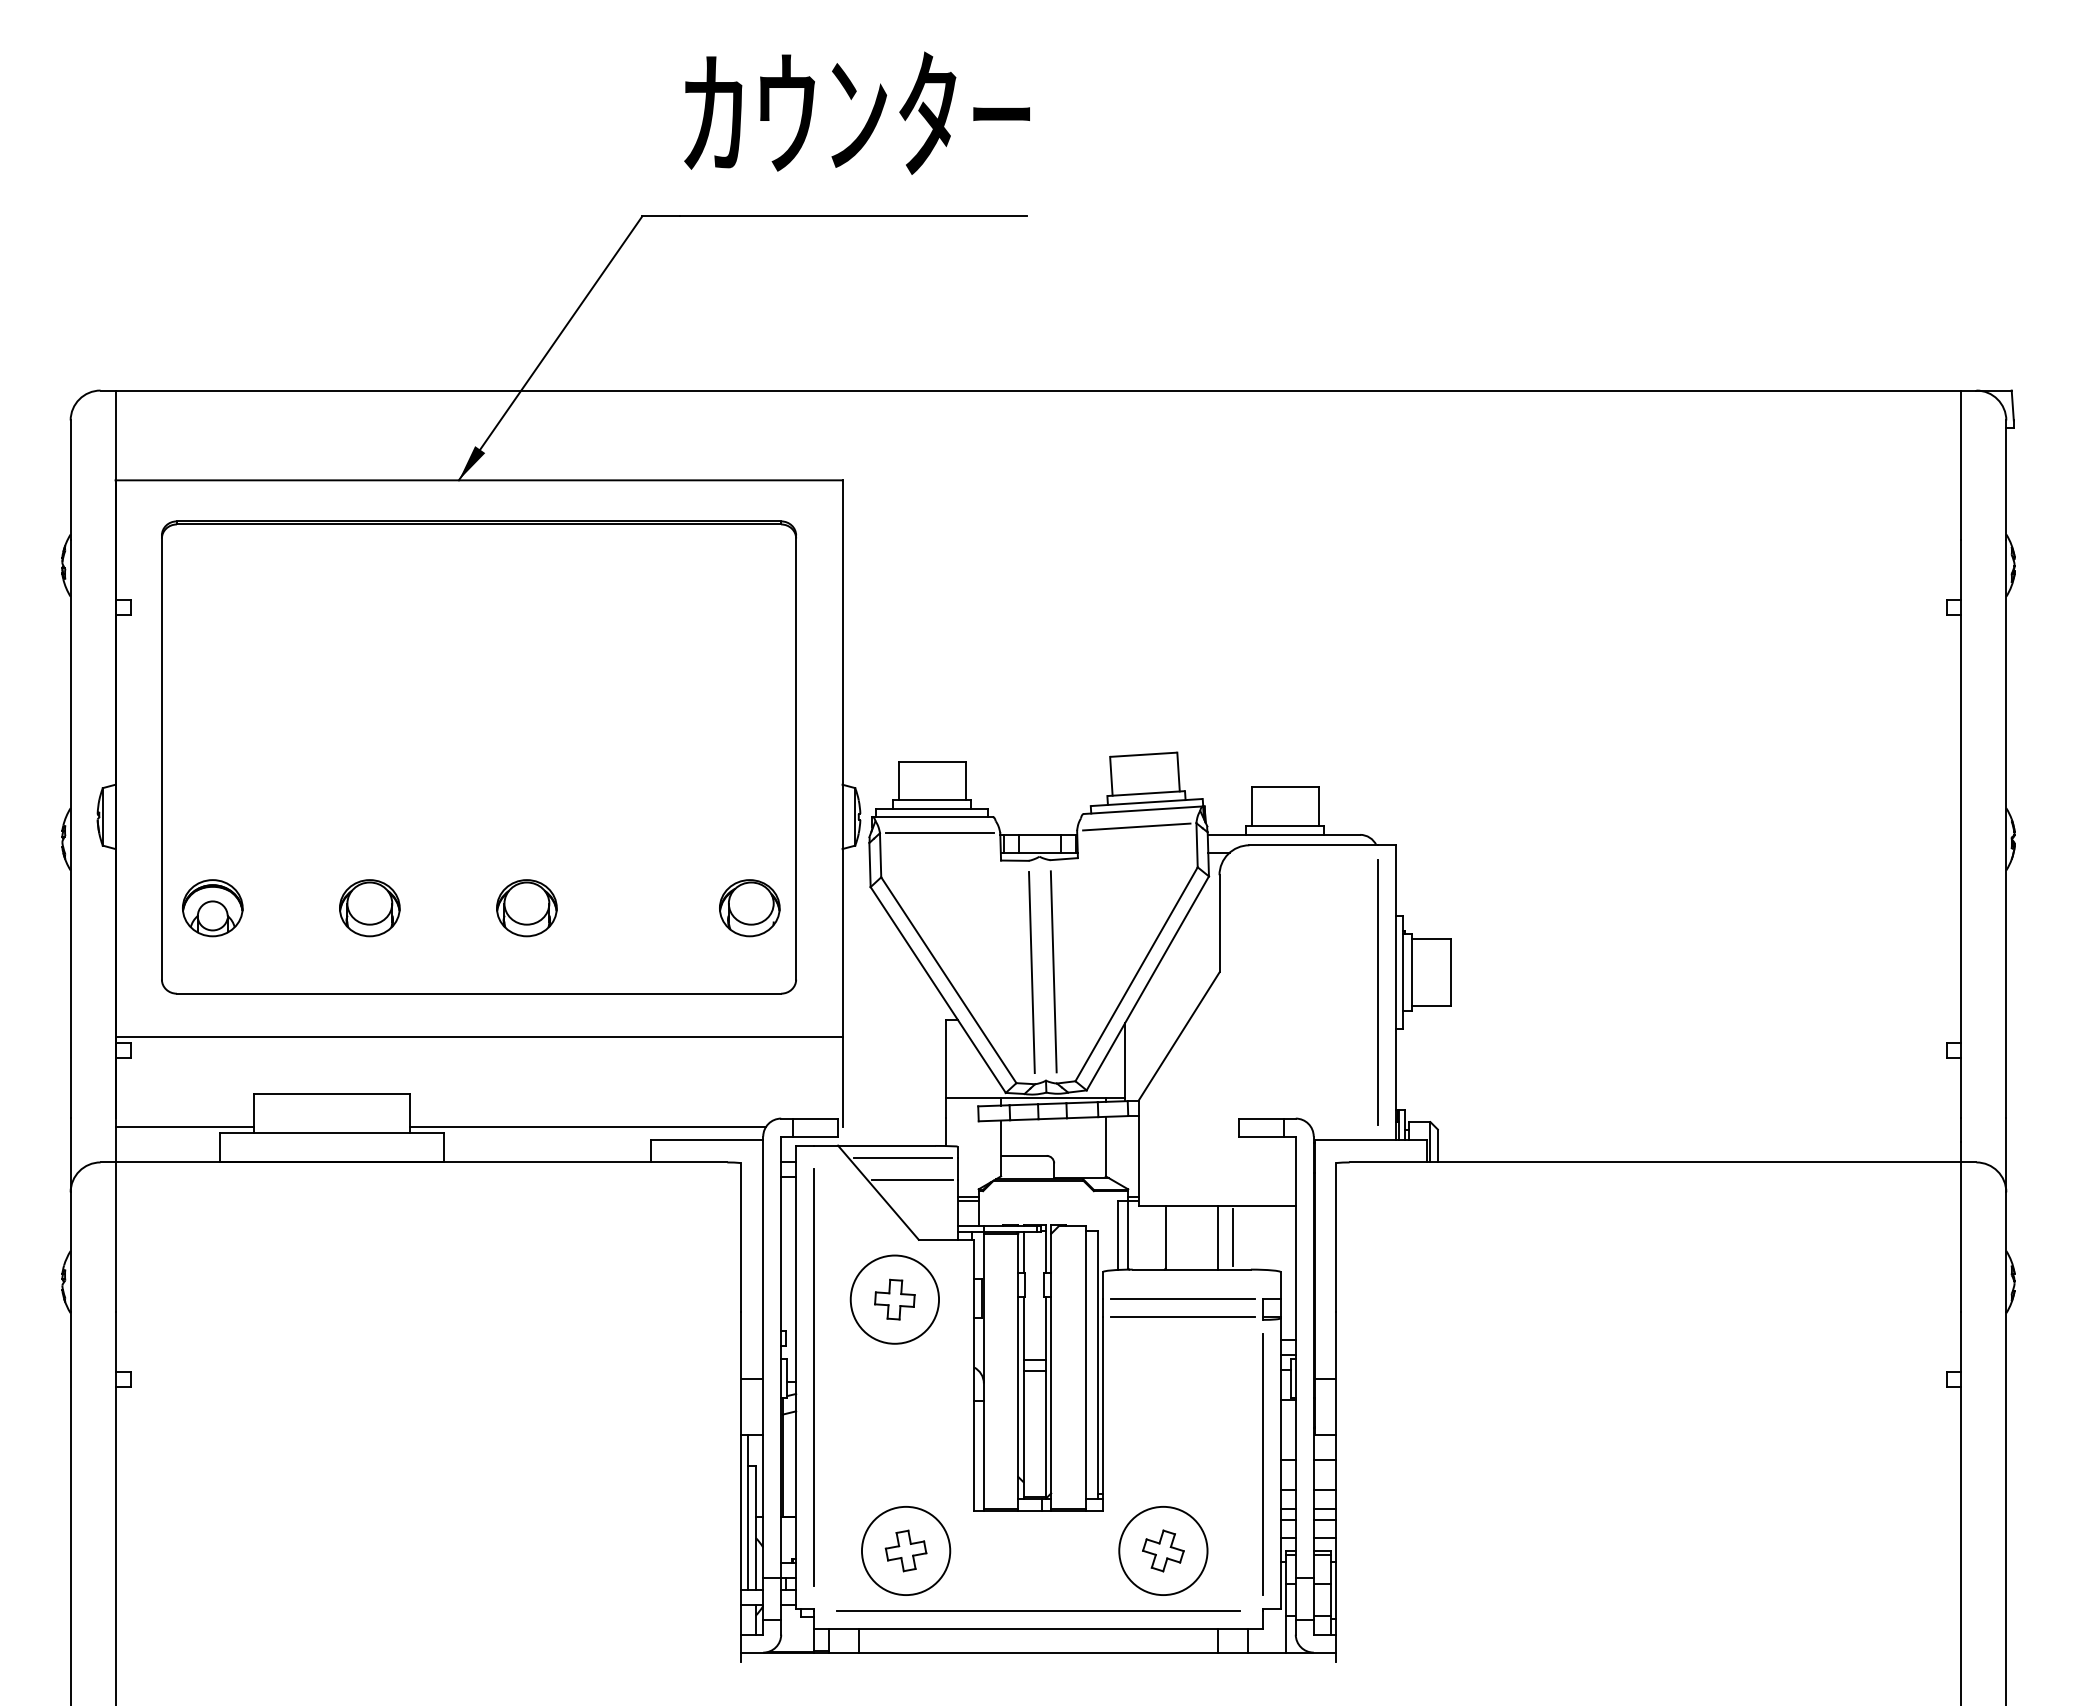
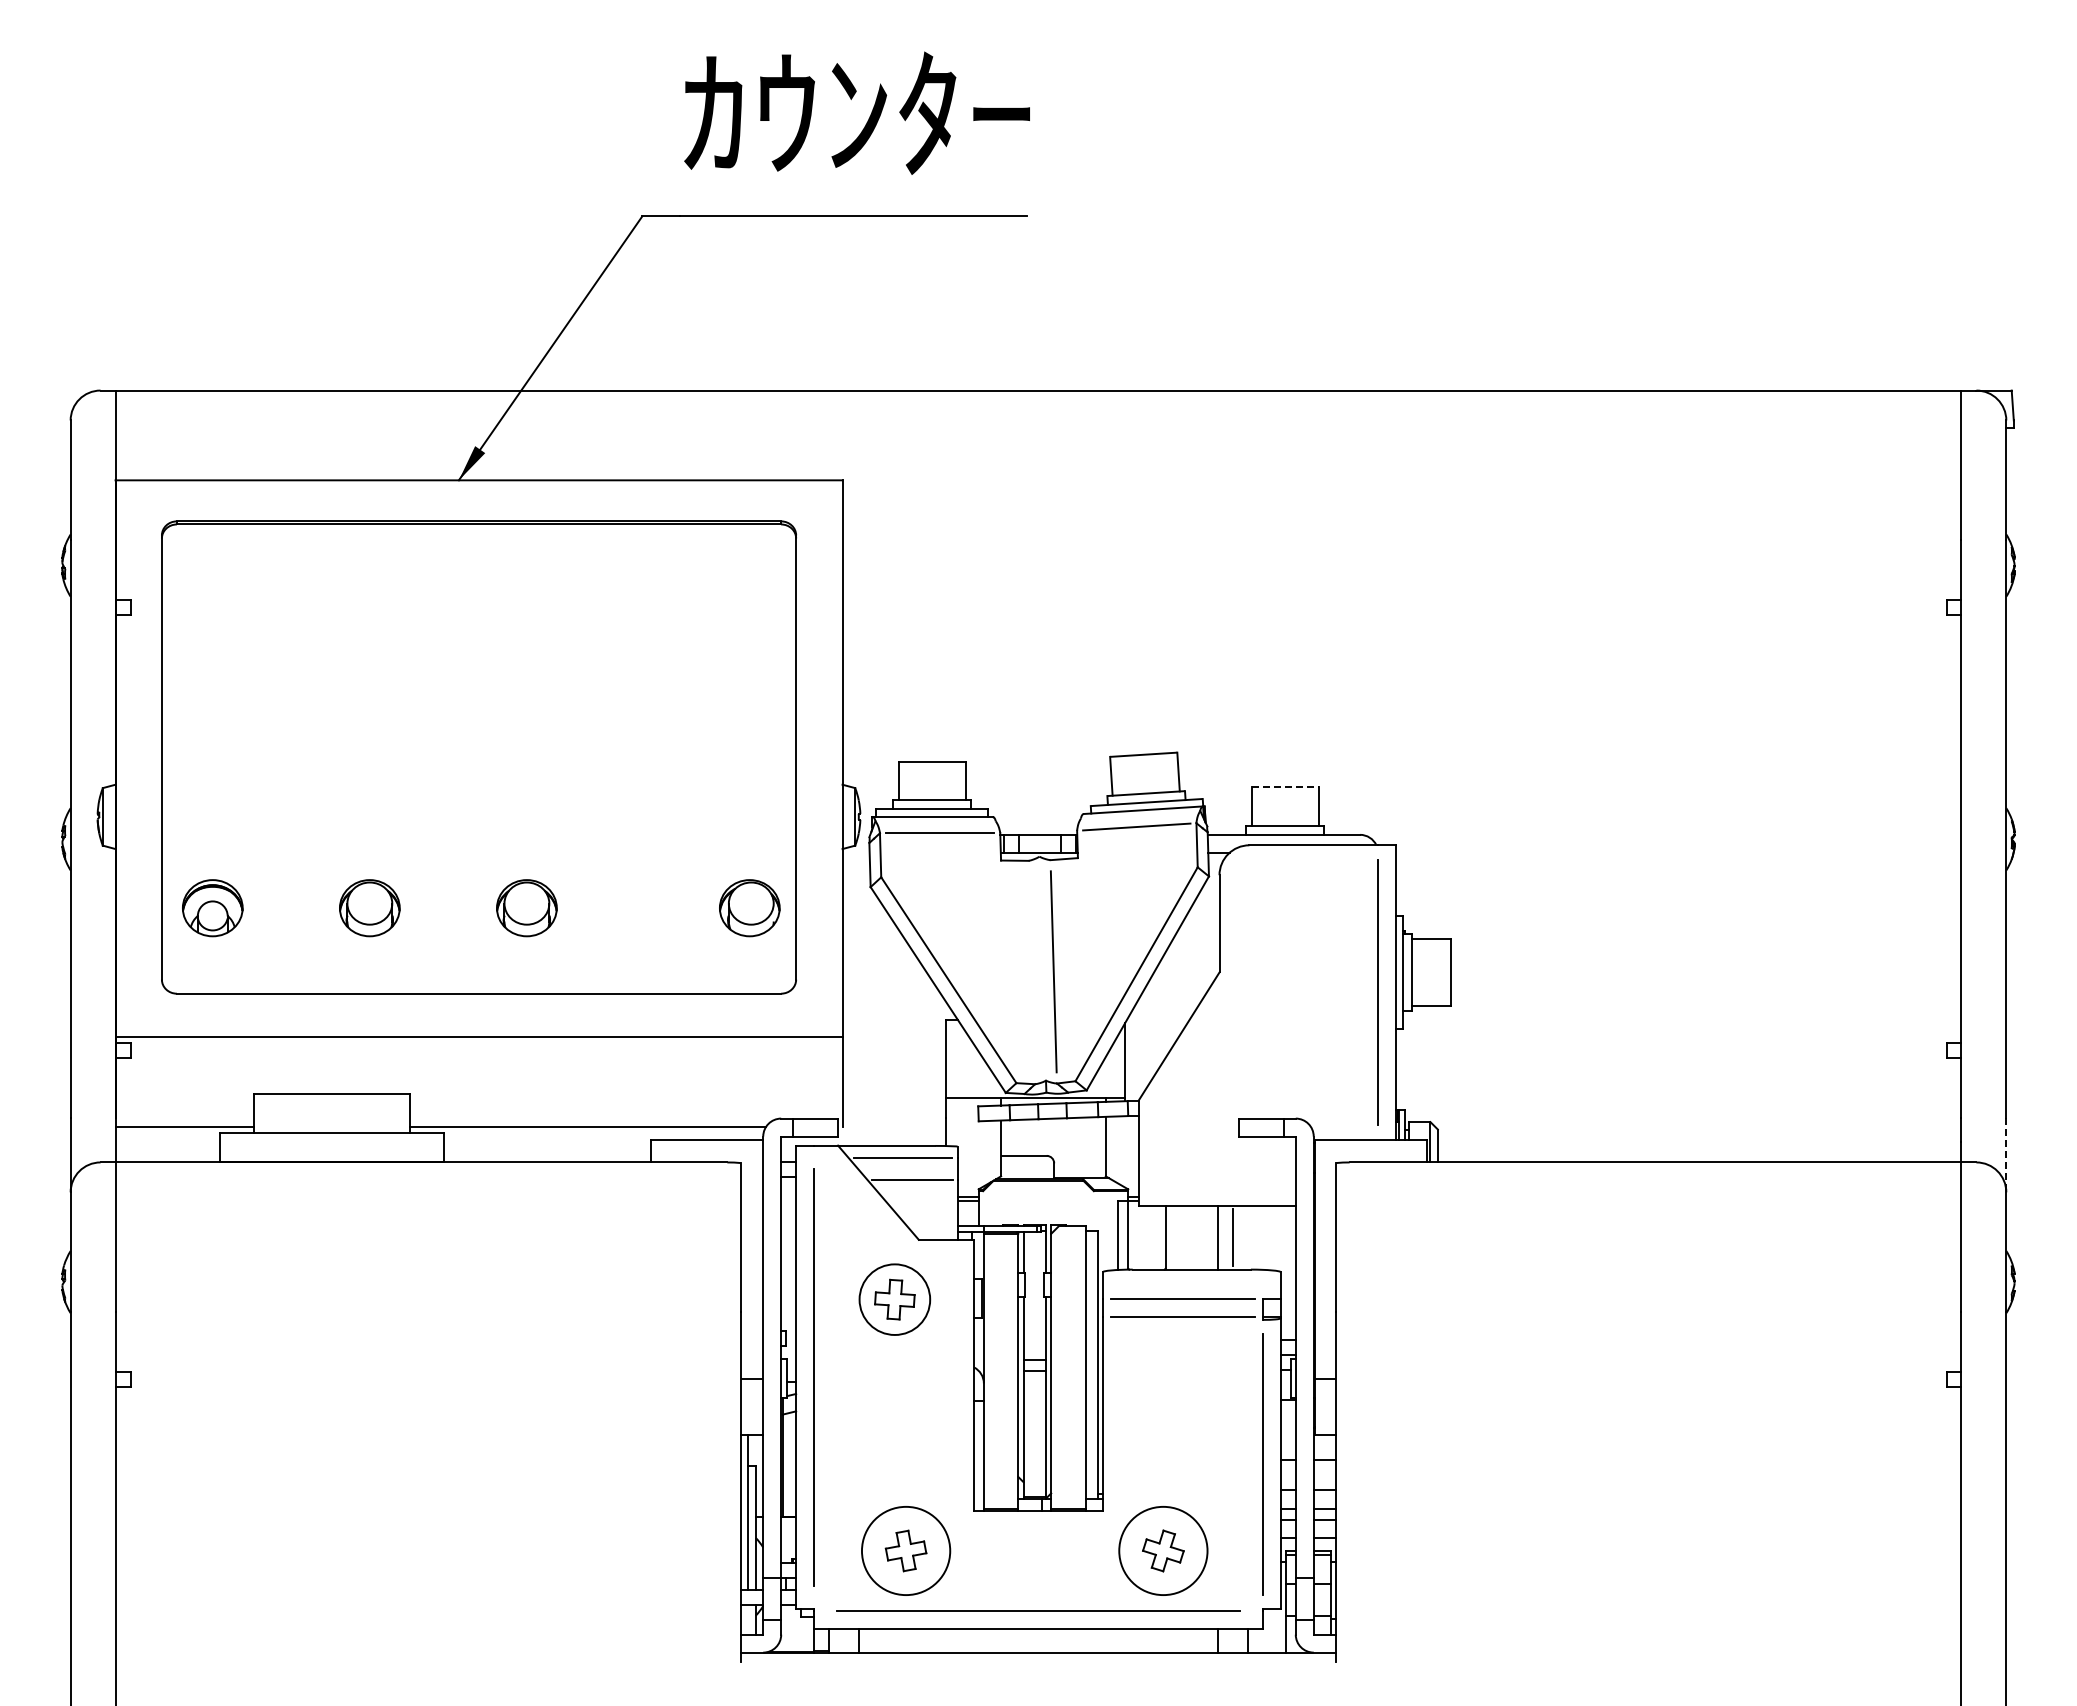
line at (1285, 786): solid -> dashed
line at (1031, 972): present -> none
line at (2006, 1155): solid -> dashed
circle at (894, 1299) diameter: 88 px -> 71 px
